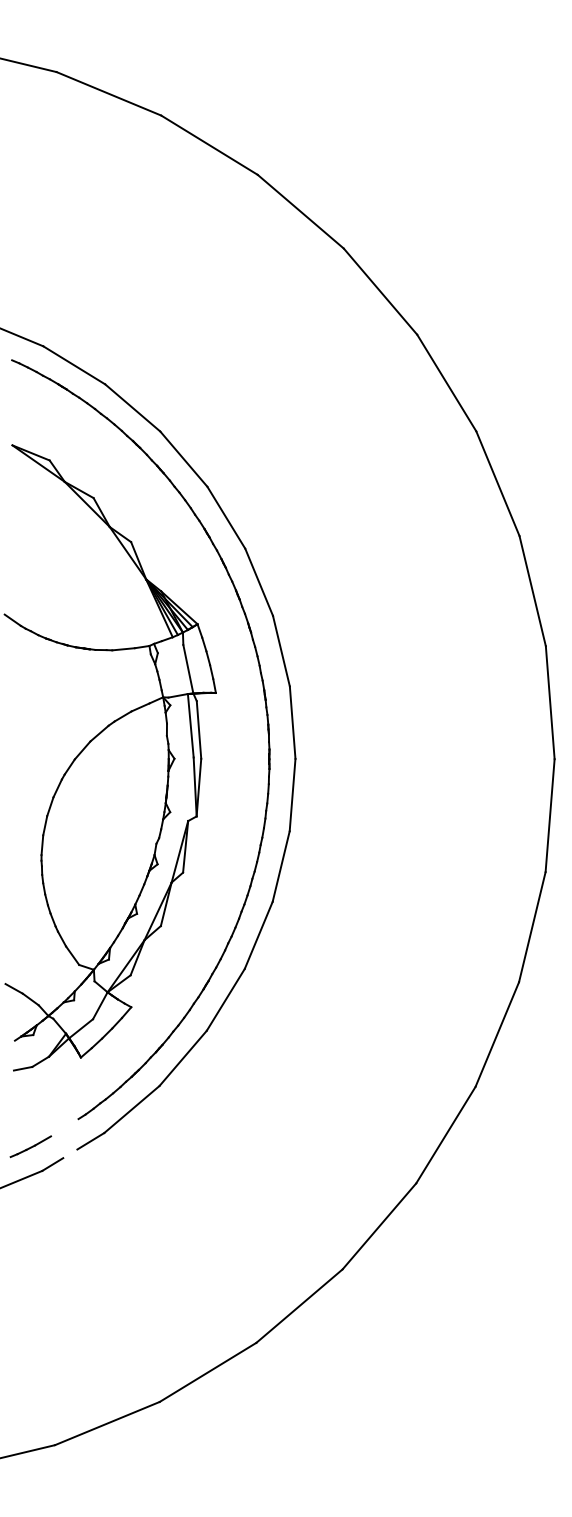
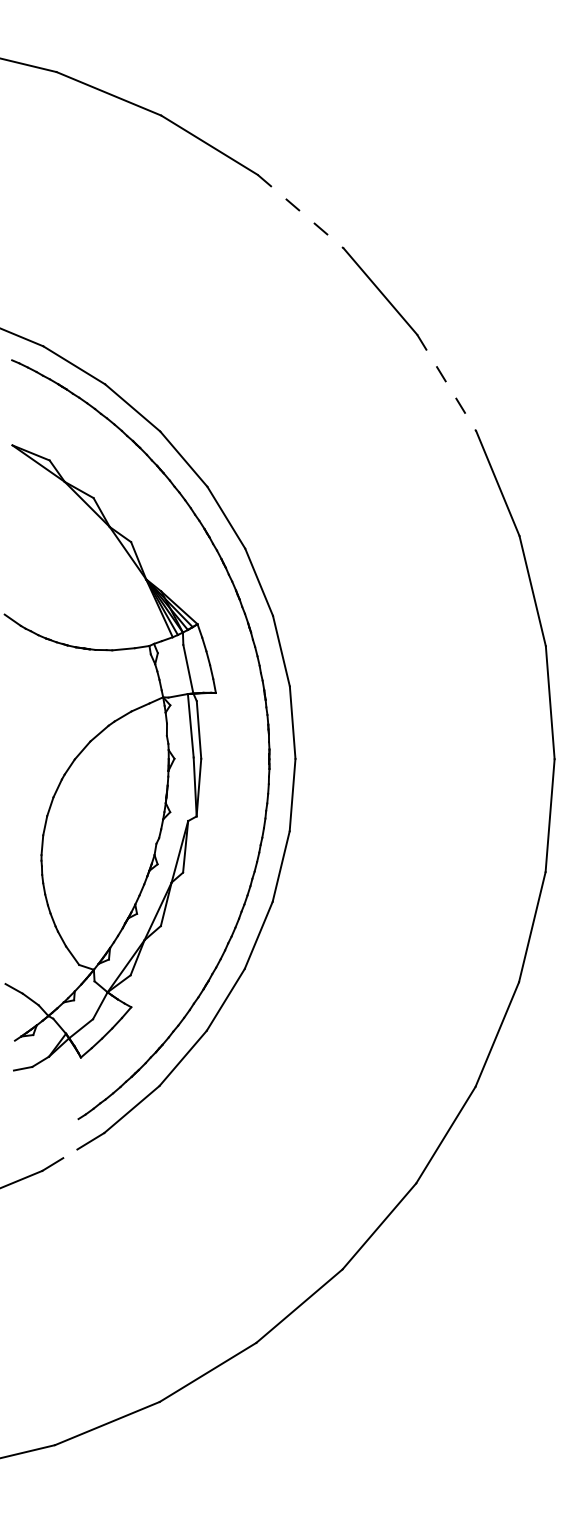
line at (300, 211): solid -> dashed
line at (446, 383): solid -> dashed
line at (30, 1146): present -> none
